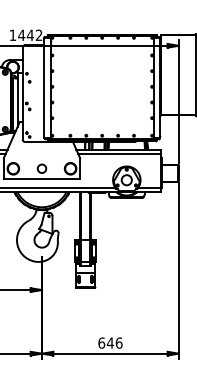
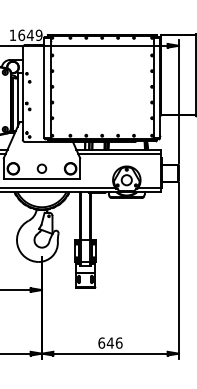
text at (30, 35): 1442 -> 1649
